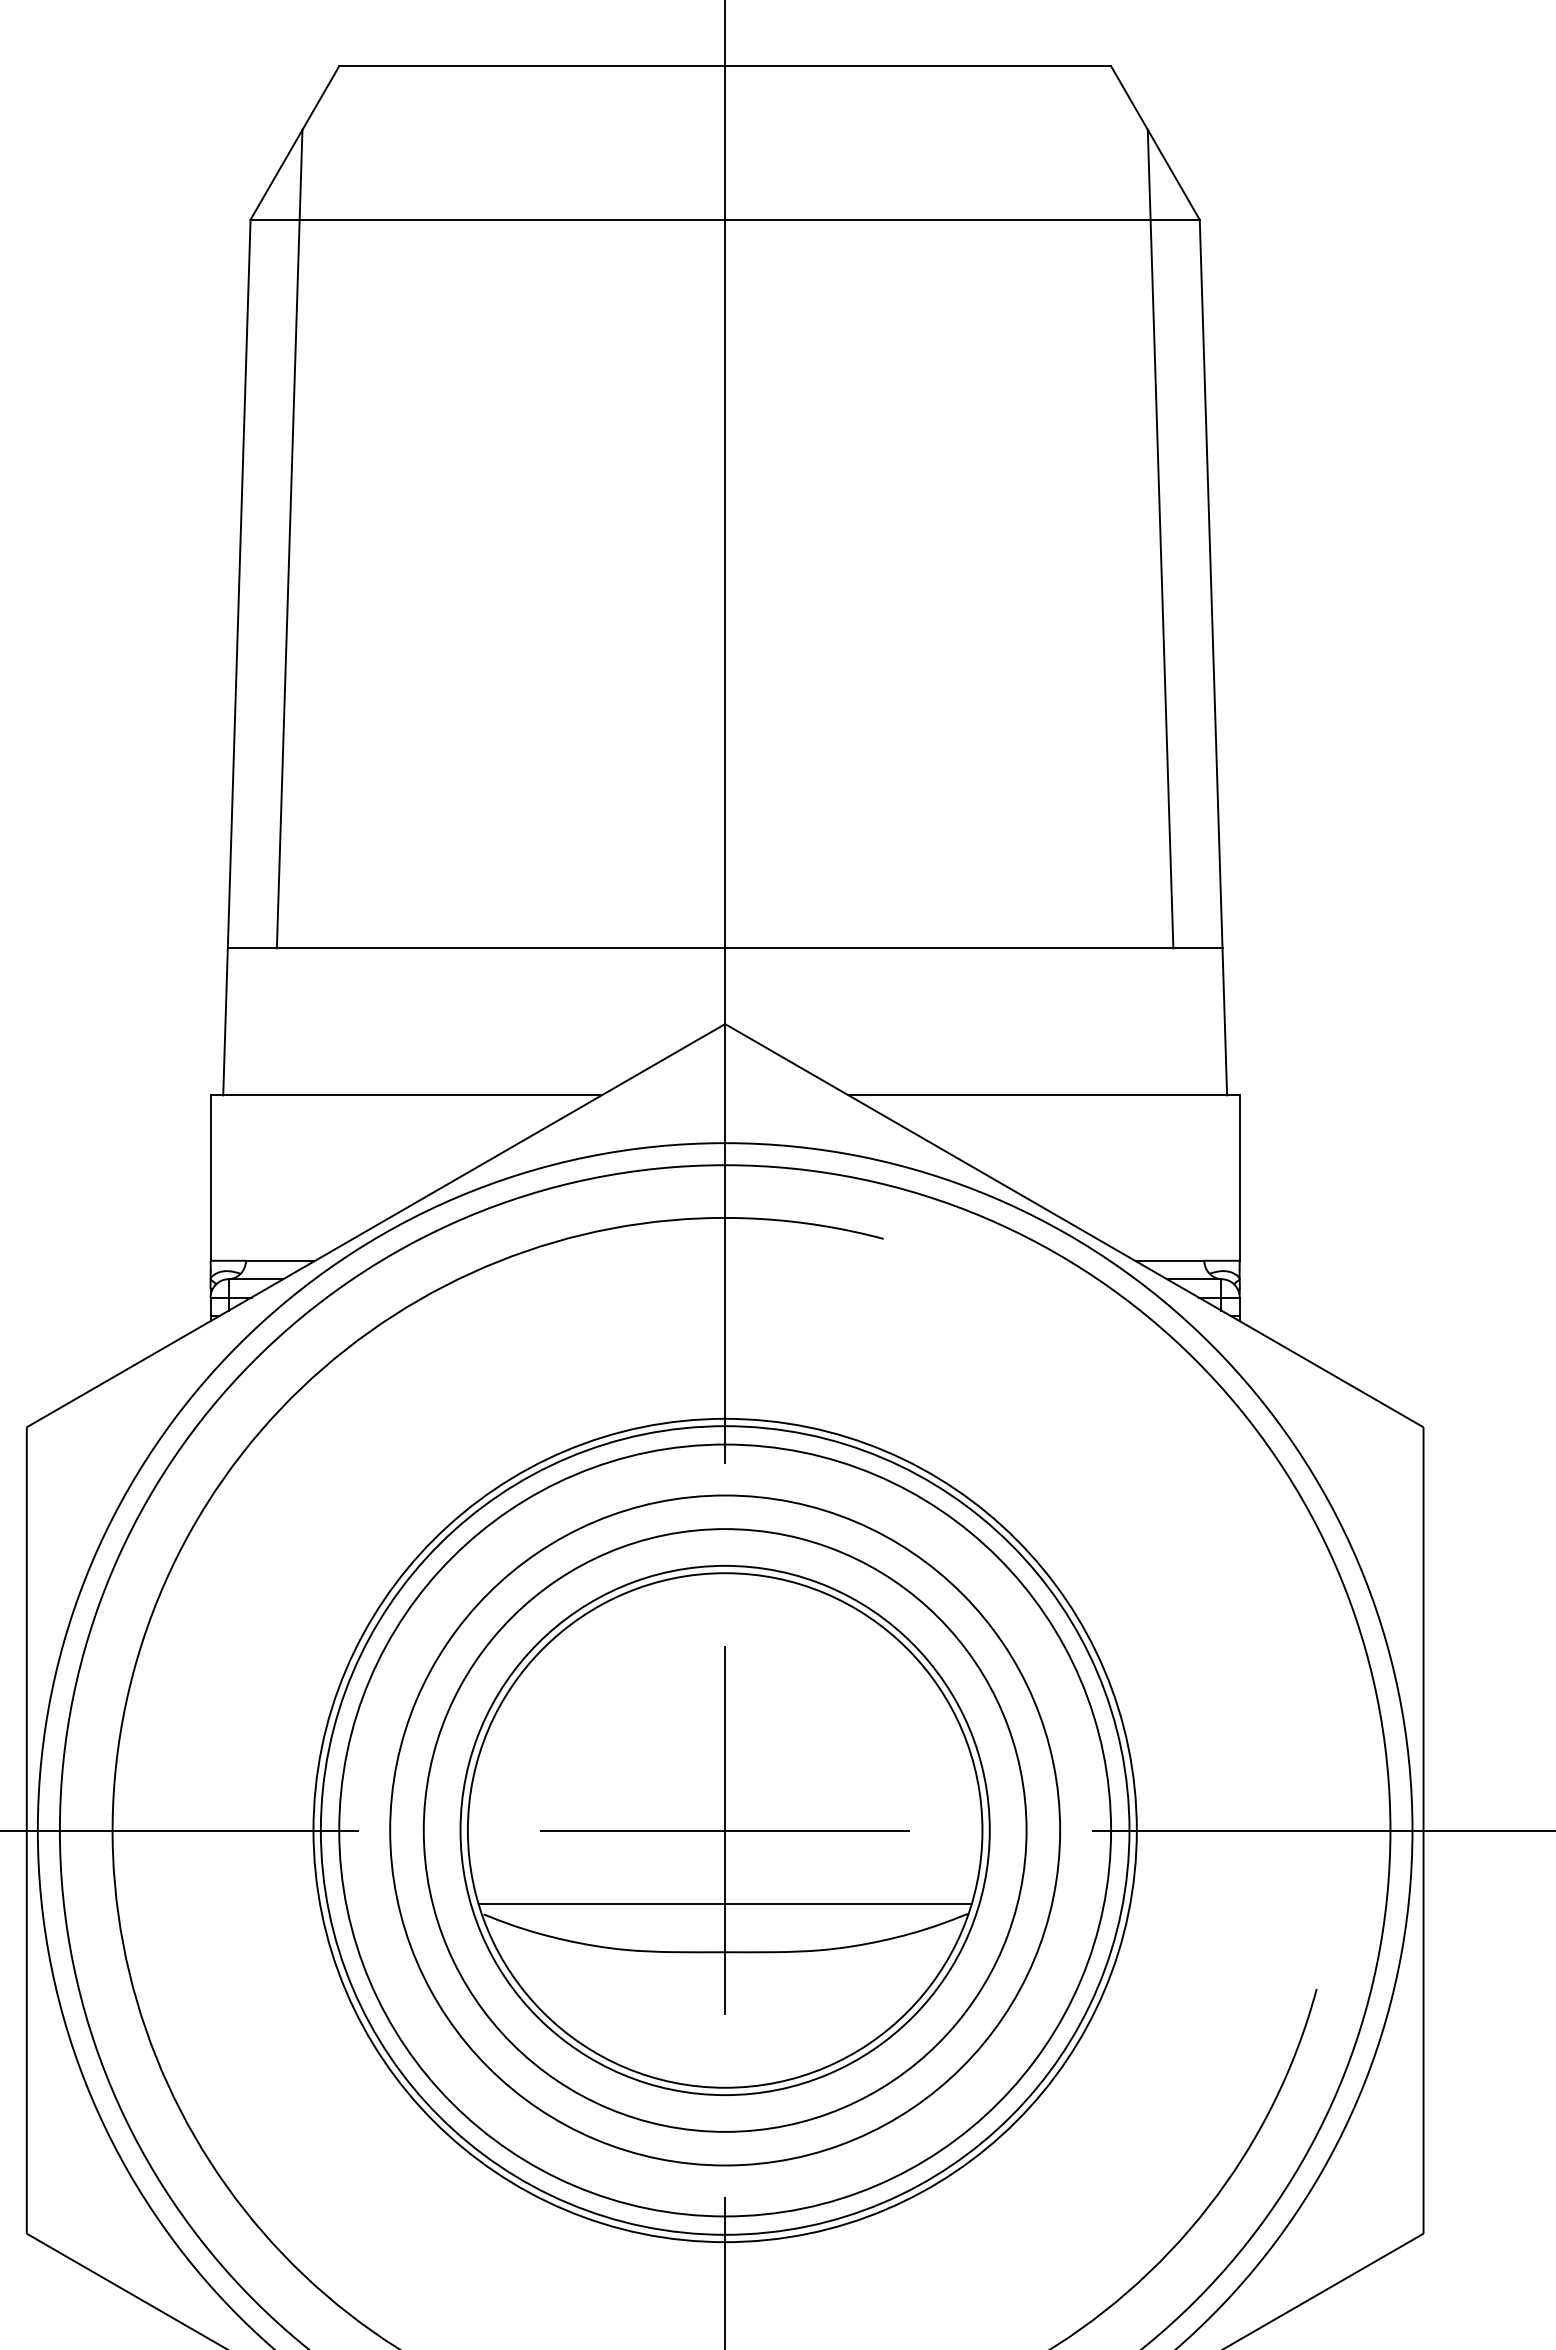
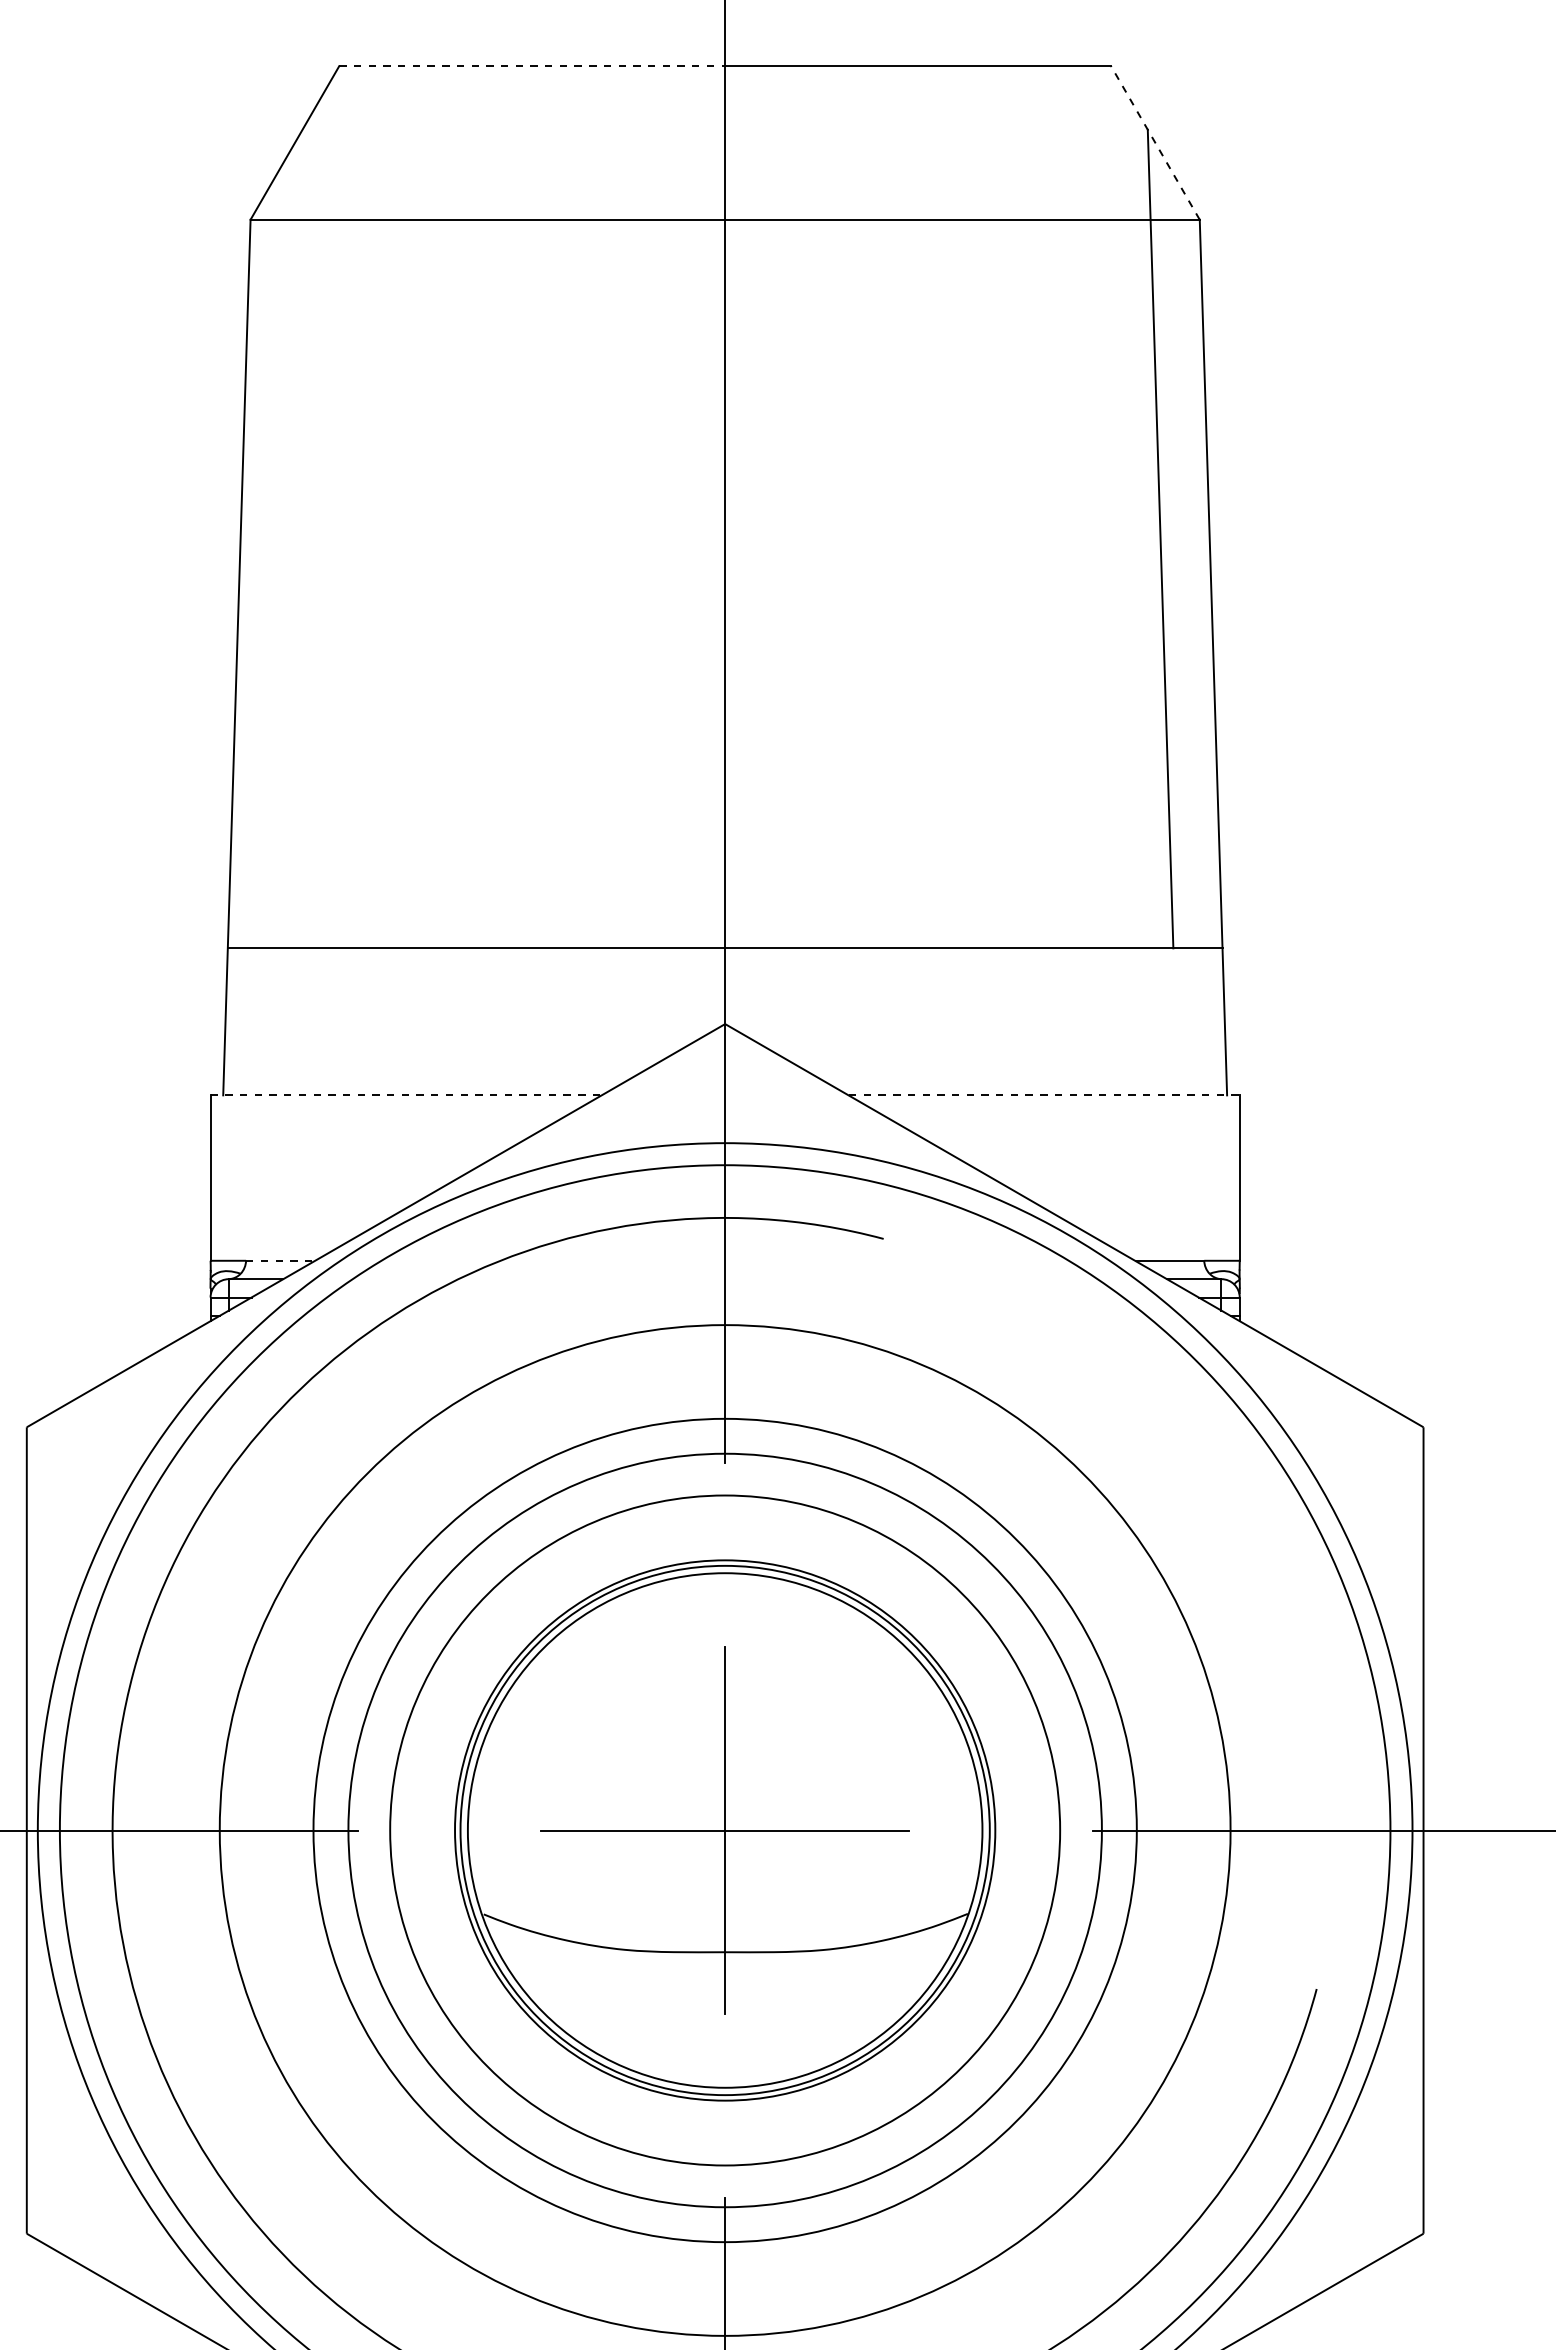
line at (532, 66): solid -> dashed
line at (1155, 143): solid -> dashed
line at (289, 538): present -> none
line at (406, 1095): solid -> dashed
line at (1044, 1095): solid -> dashed
line at (279, 1260): solid -> dashed
circle at (724, 1830) diameter: 603 px -> 753 px
circle at (724, 1830) diameter: 809 px -> 1011 px
circle at (725, 1830) diameter: 772 px -> 540 px
line at (724, 1904): present -> none
